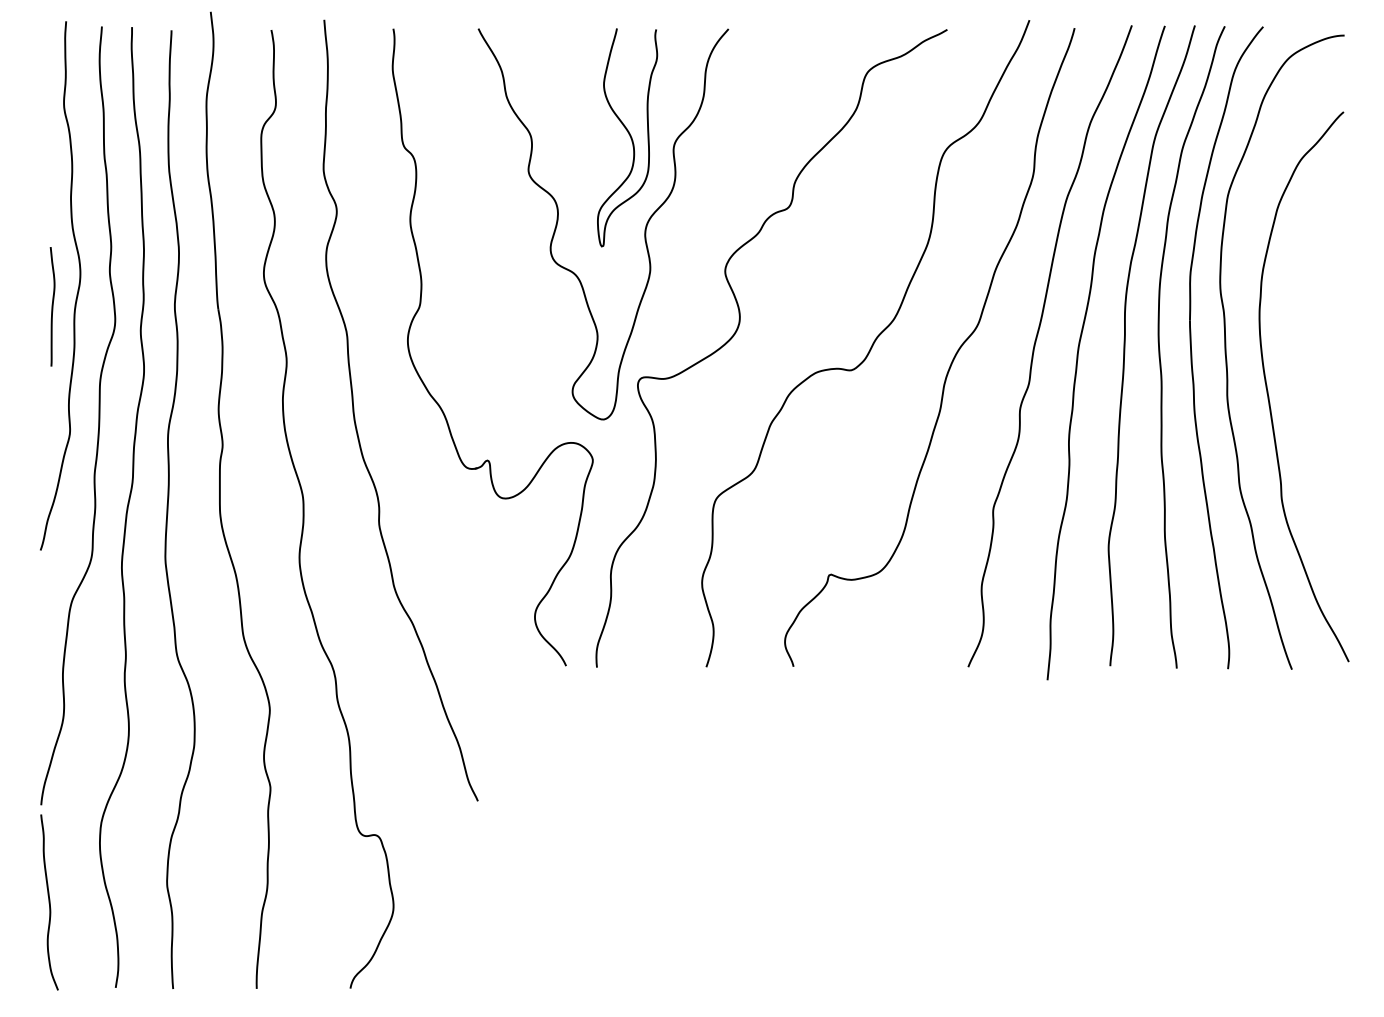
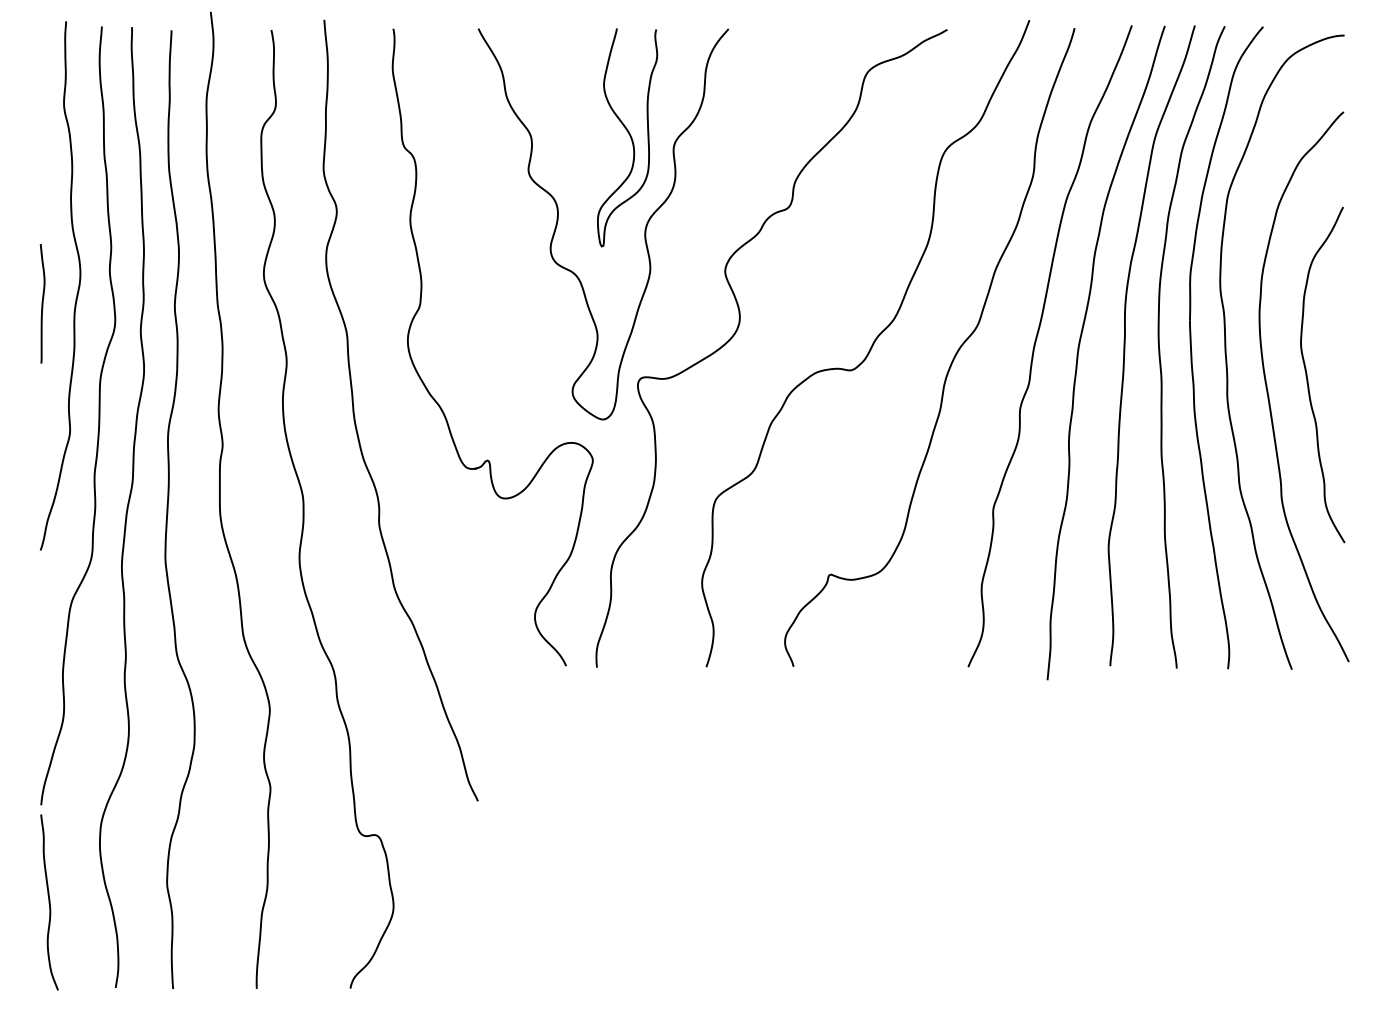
curve at (52, 306) position: (52, 306) -> (42, 303)
curve at (1308, 379): none -> present
